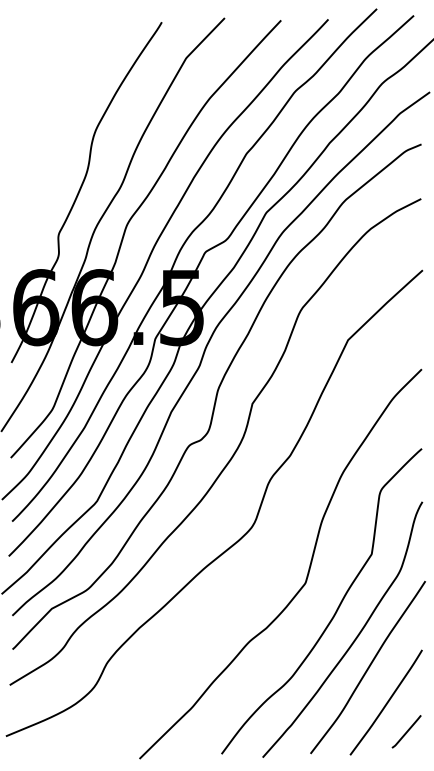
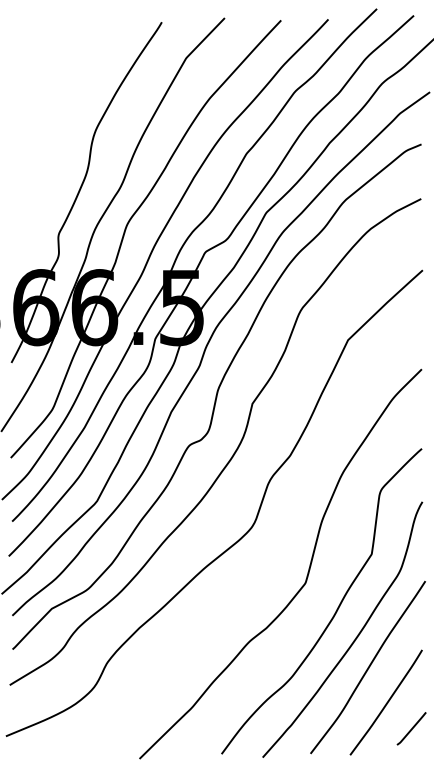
line at (406, 731) position: (406, 731) -> (411, 728)
